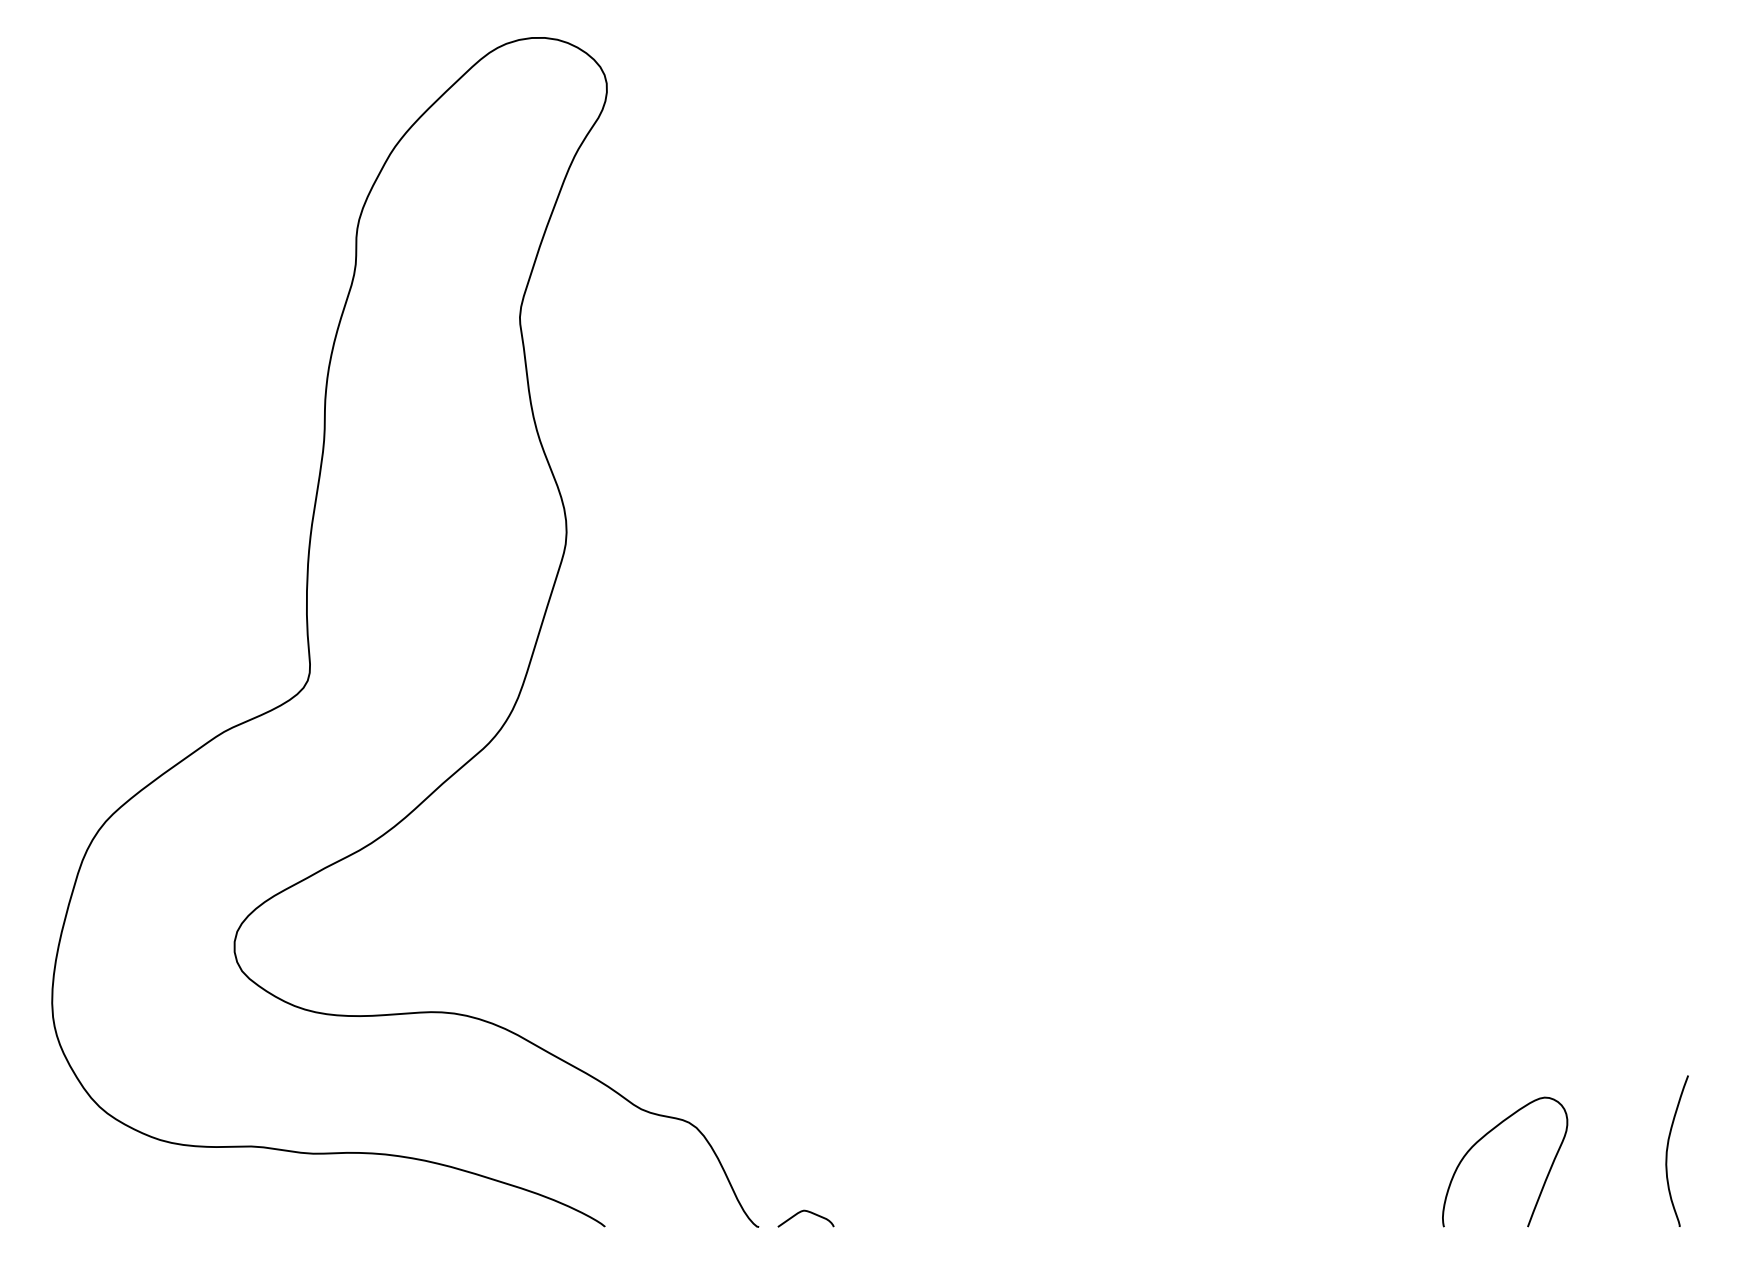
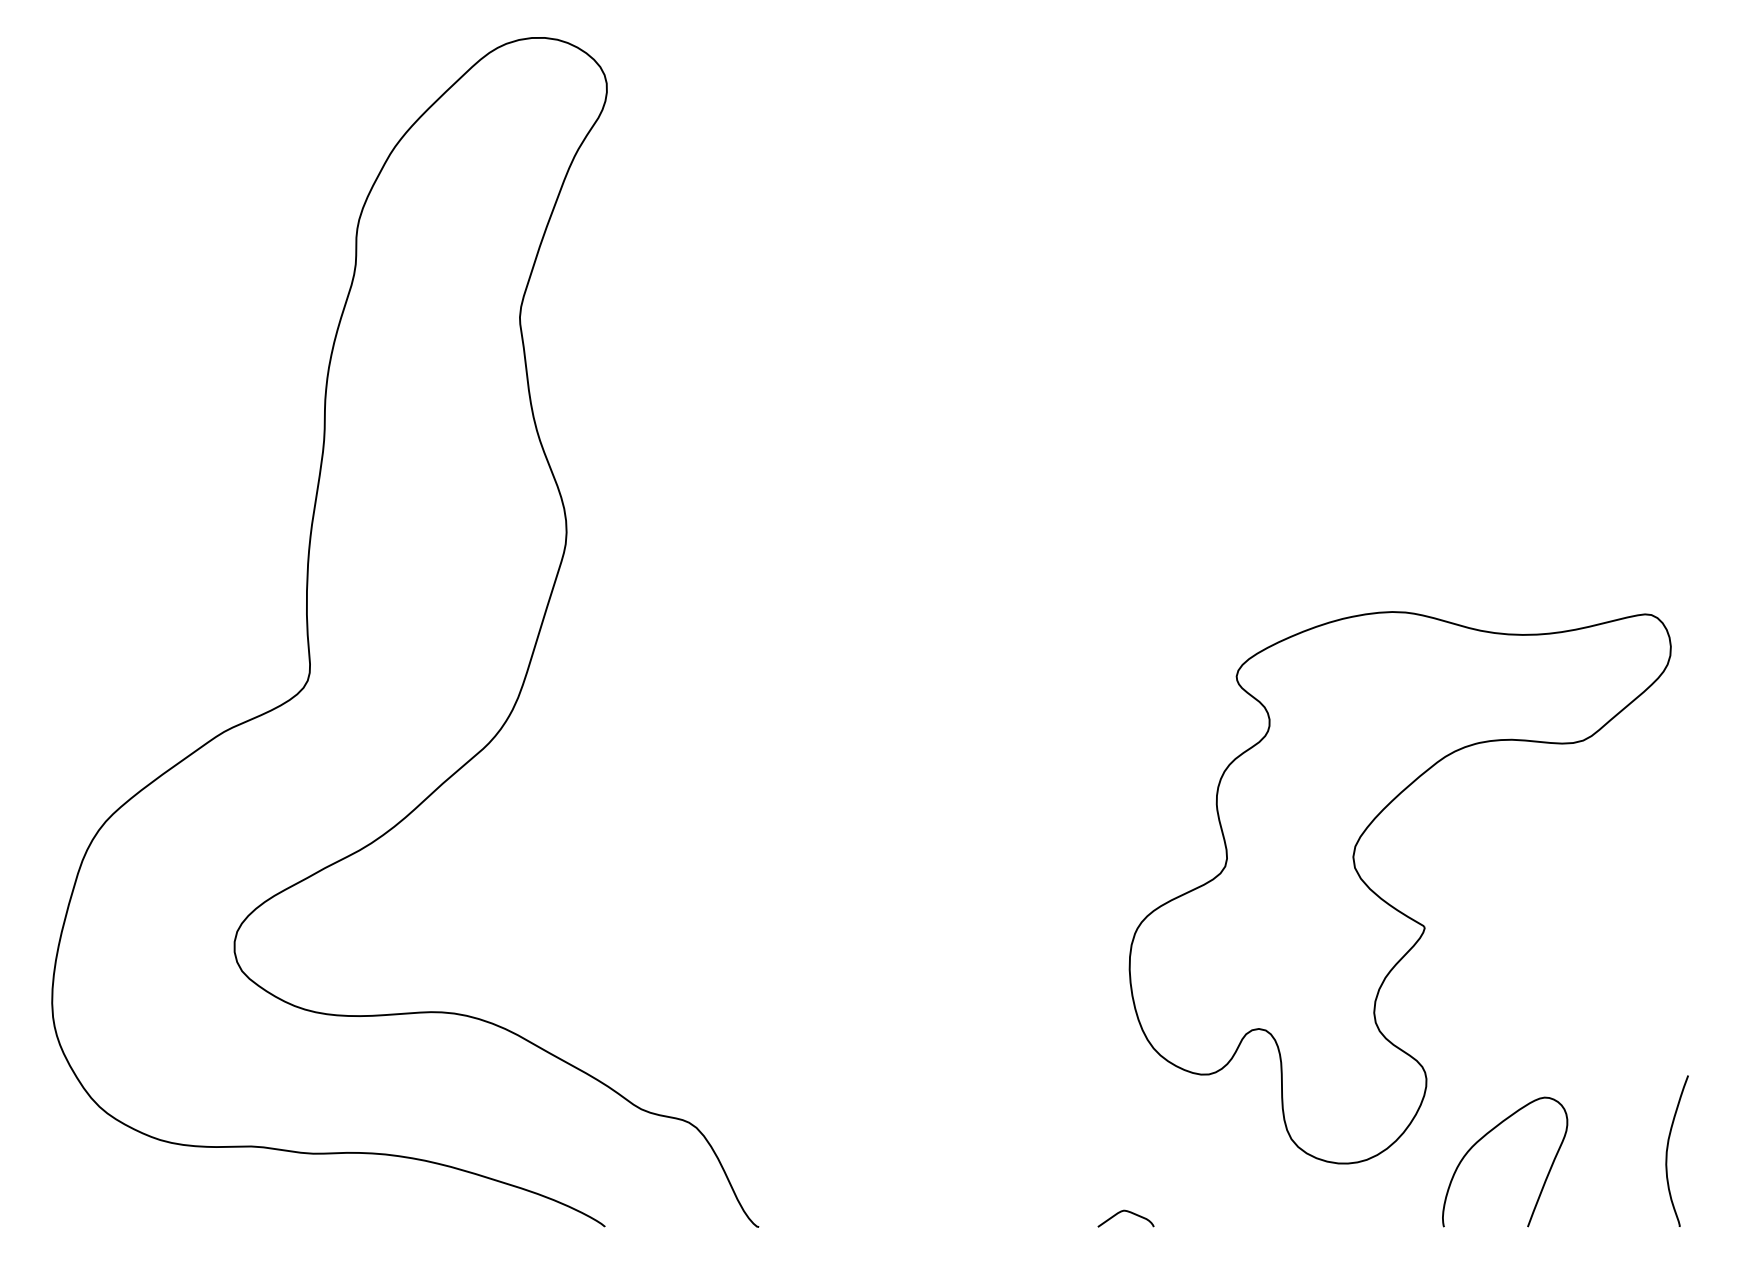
part at (1388, 902): none -> present
curve at (807, 1212) position: (807, 1212) -> (1127, 1212)
